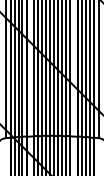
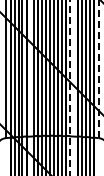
line at (98, 69): solid -> dashed
line at (70, 87): solid -> dashed
